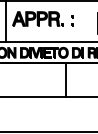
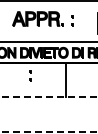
line at (6, 22): present -> none
part at (30, 75): none -> present
line at (49, 97): solid -> dashed
line at (49, 131): solid -> dashed
